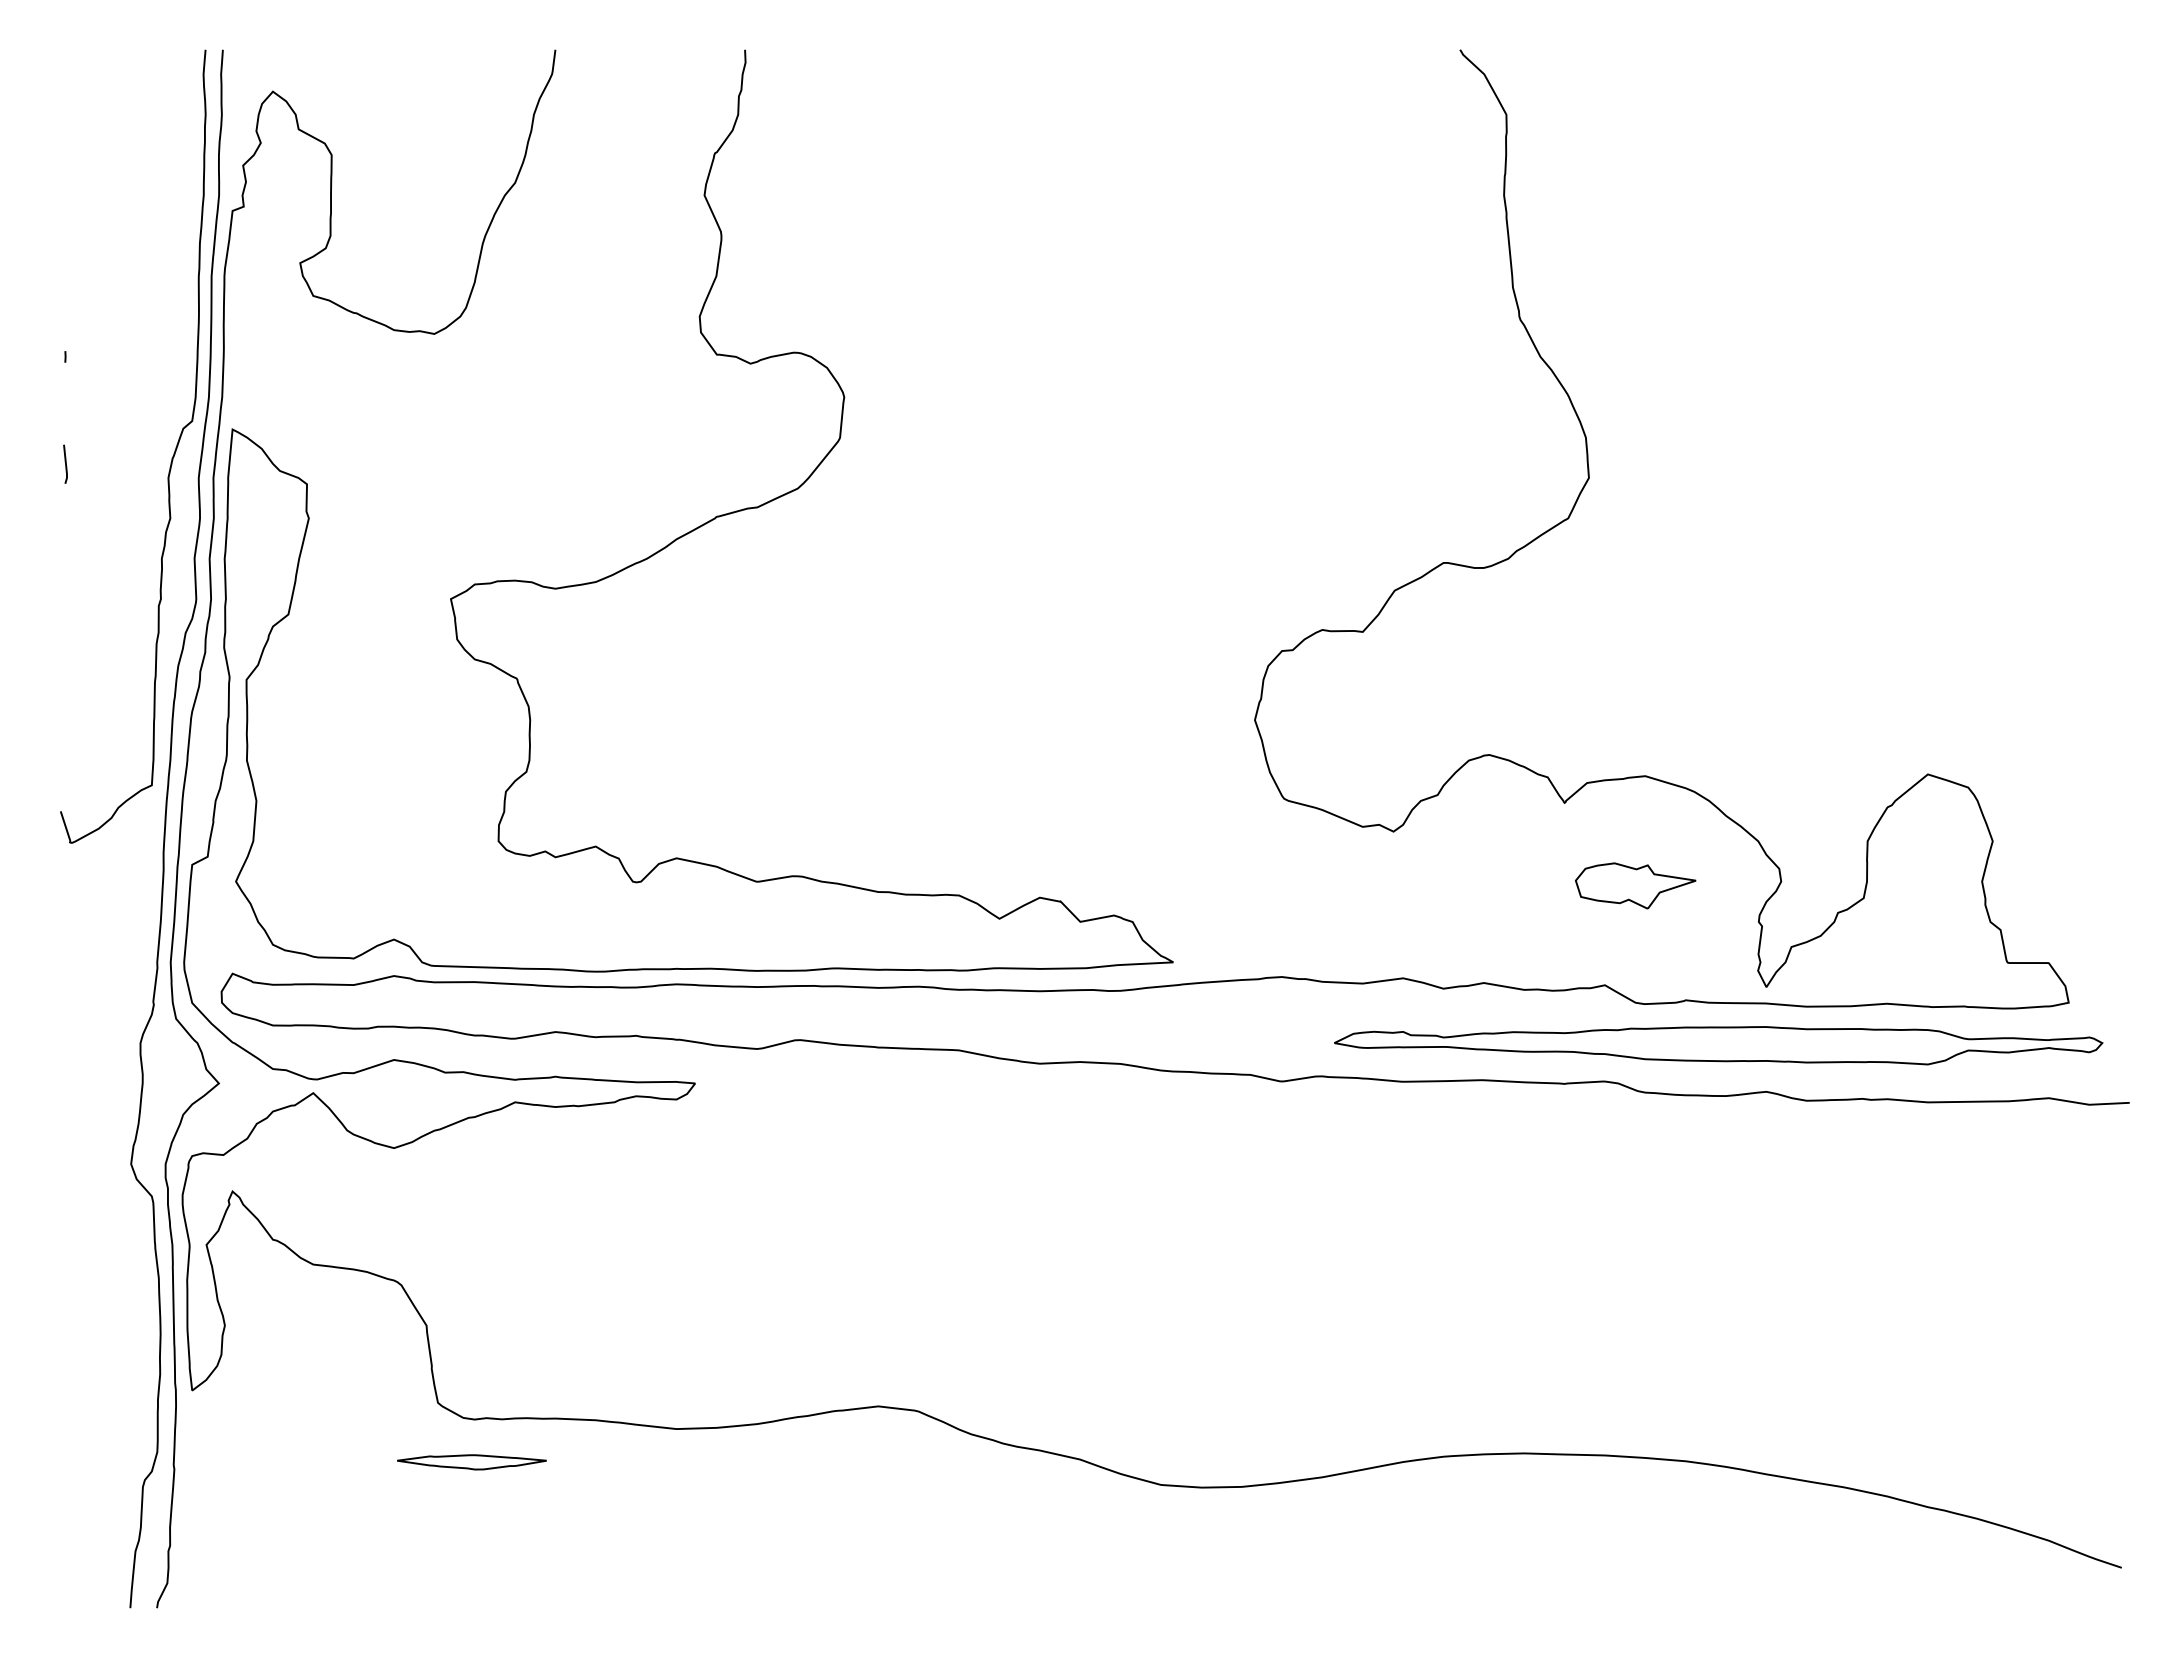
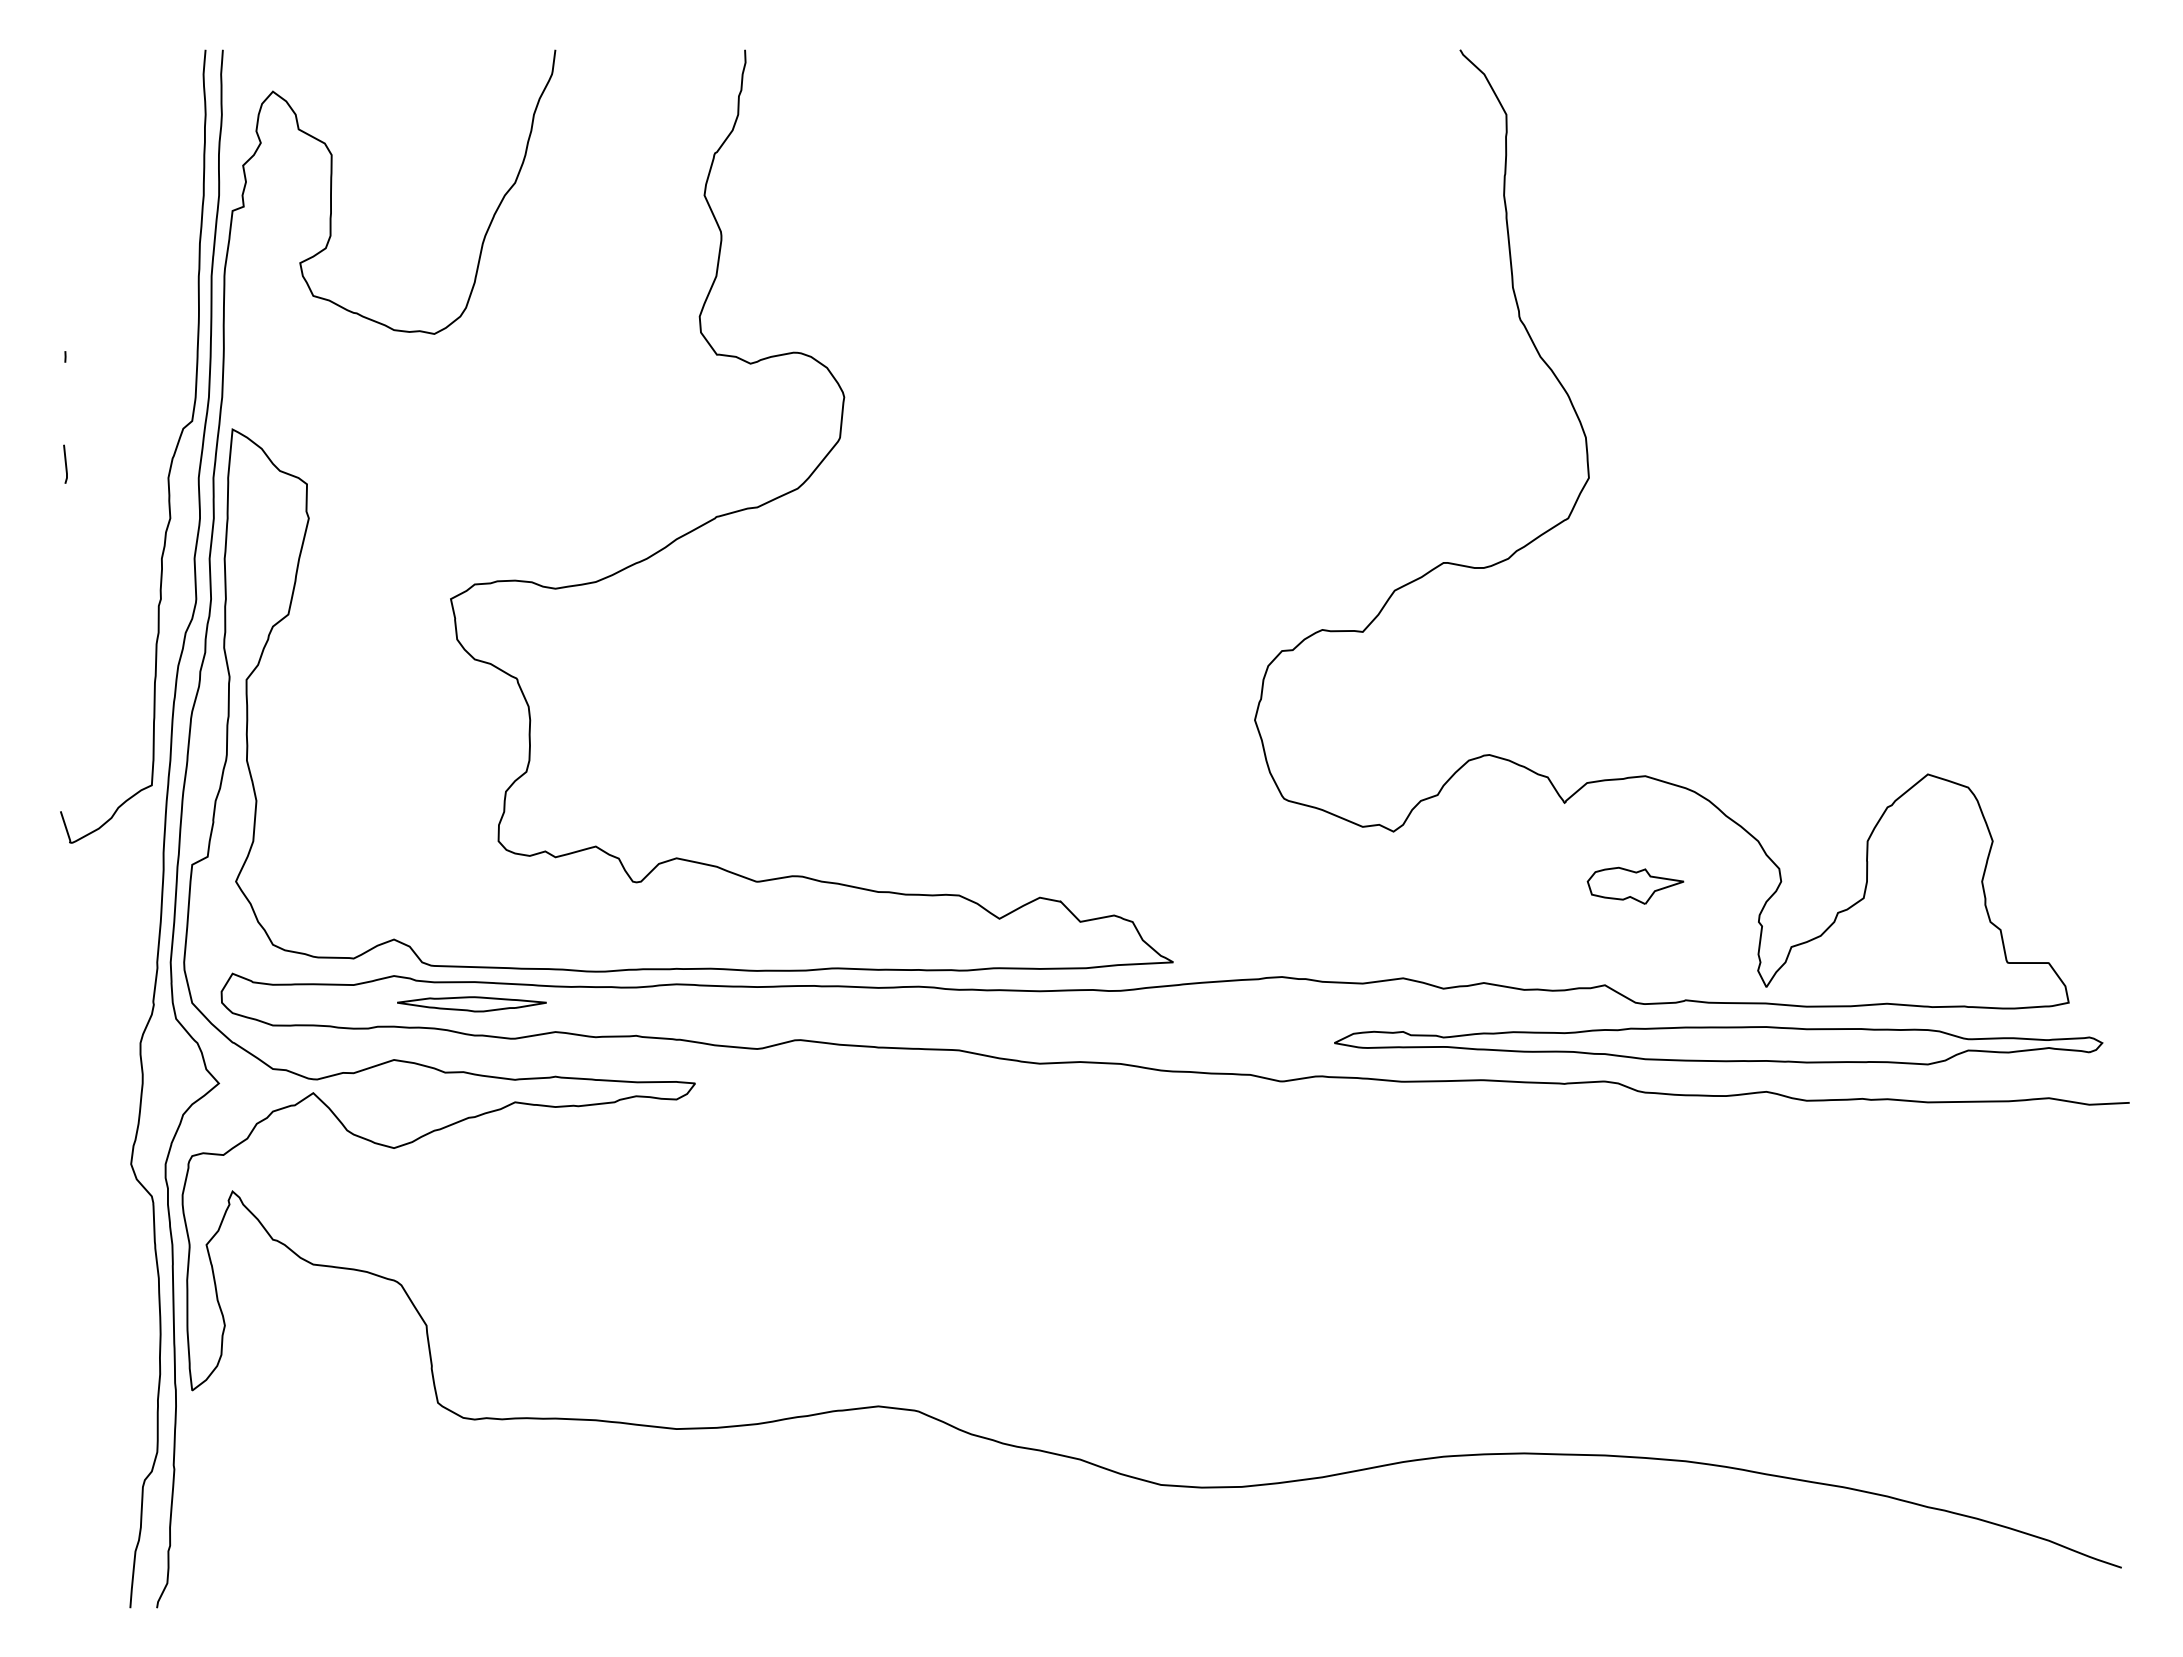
part at (1635, 885) size: 122x48 px -> 99x39 px
part at (471, 1462) position: (471, 1462) -> (471, 1004)
